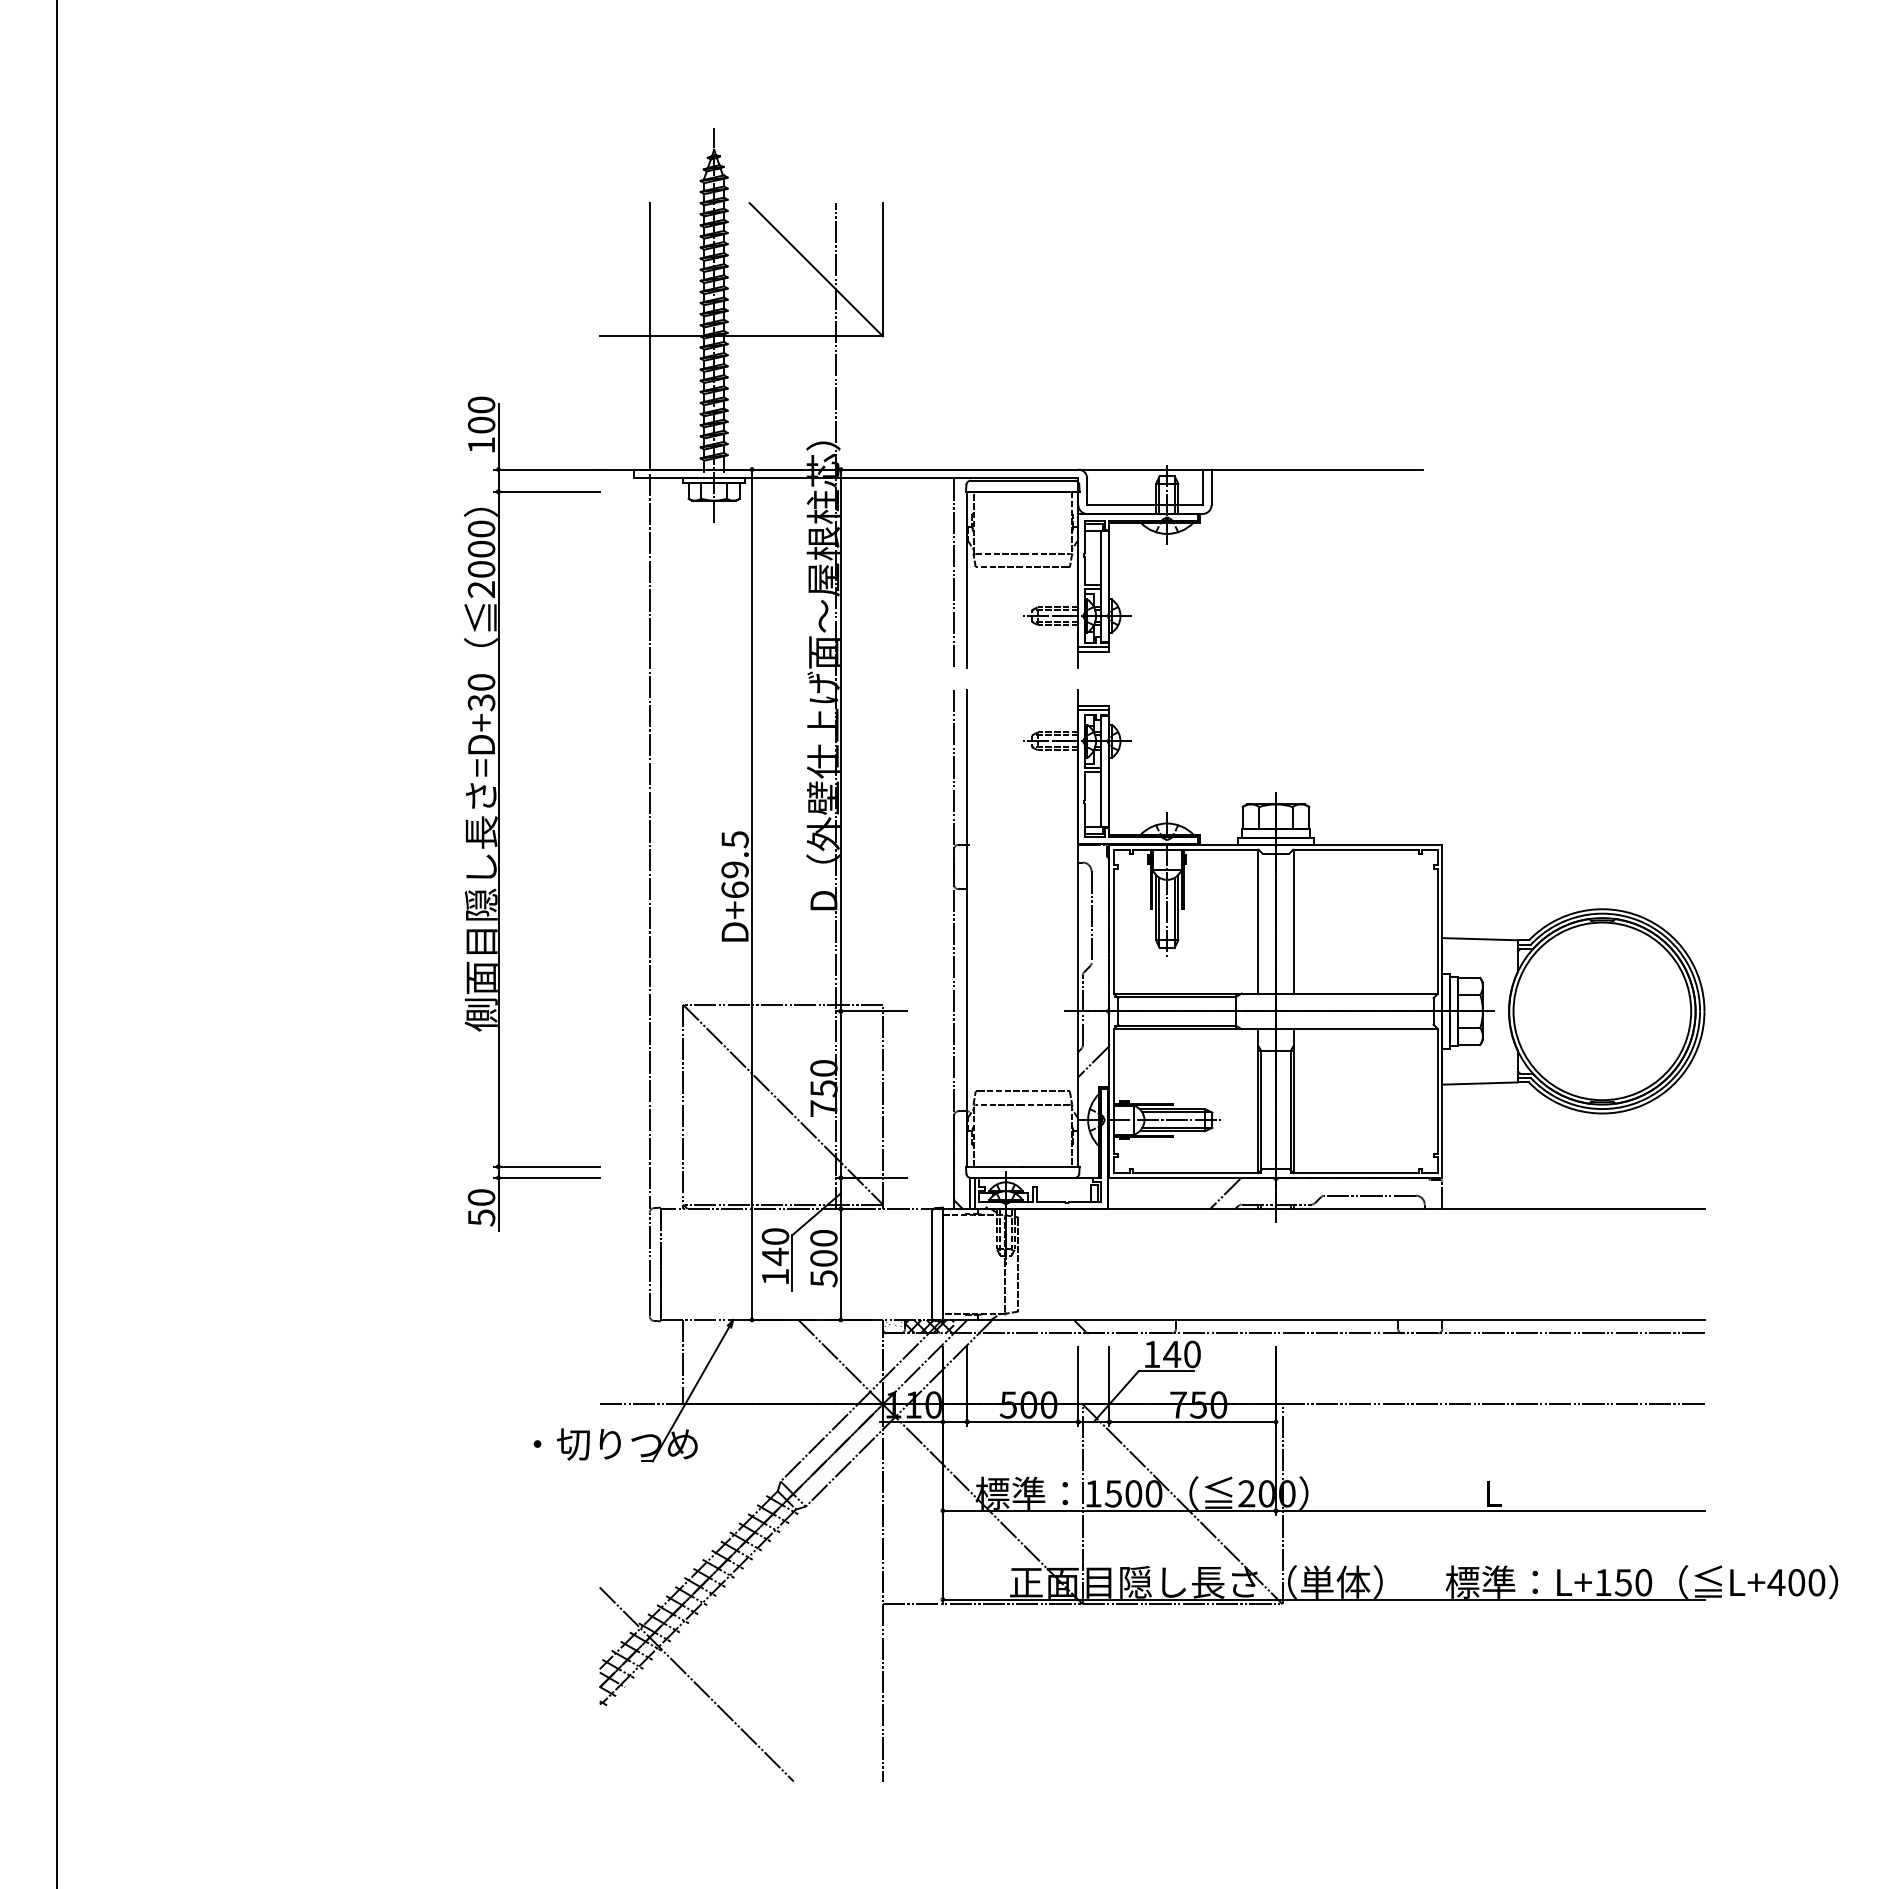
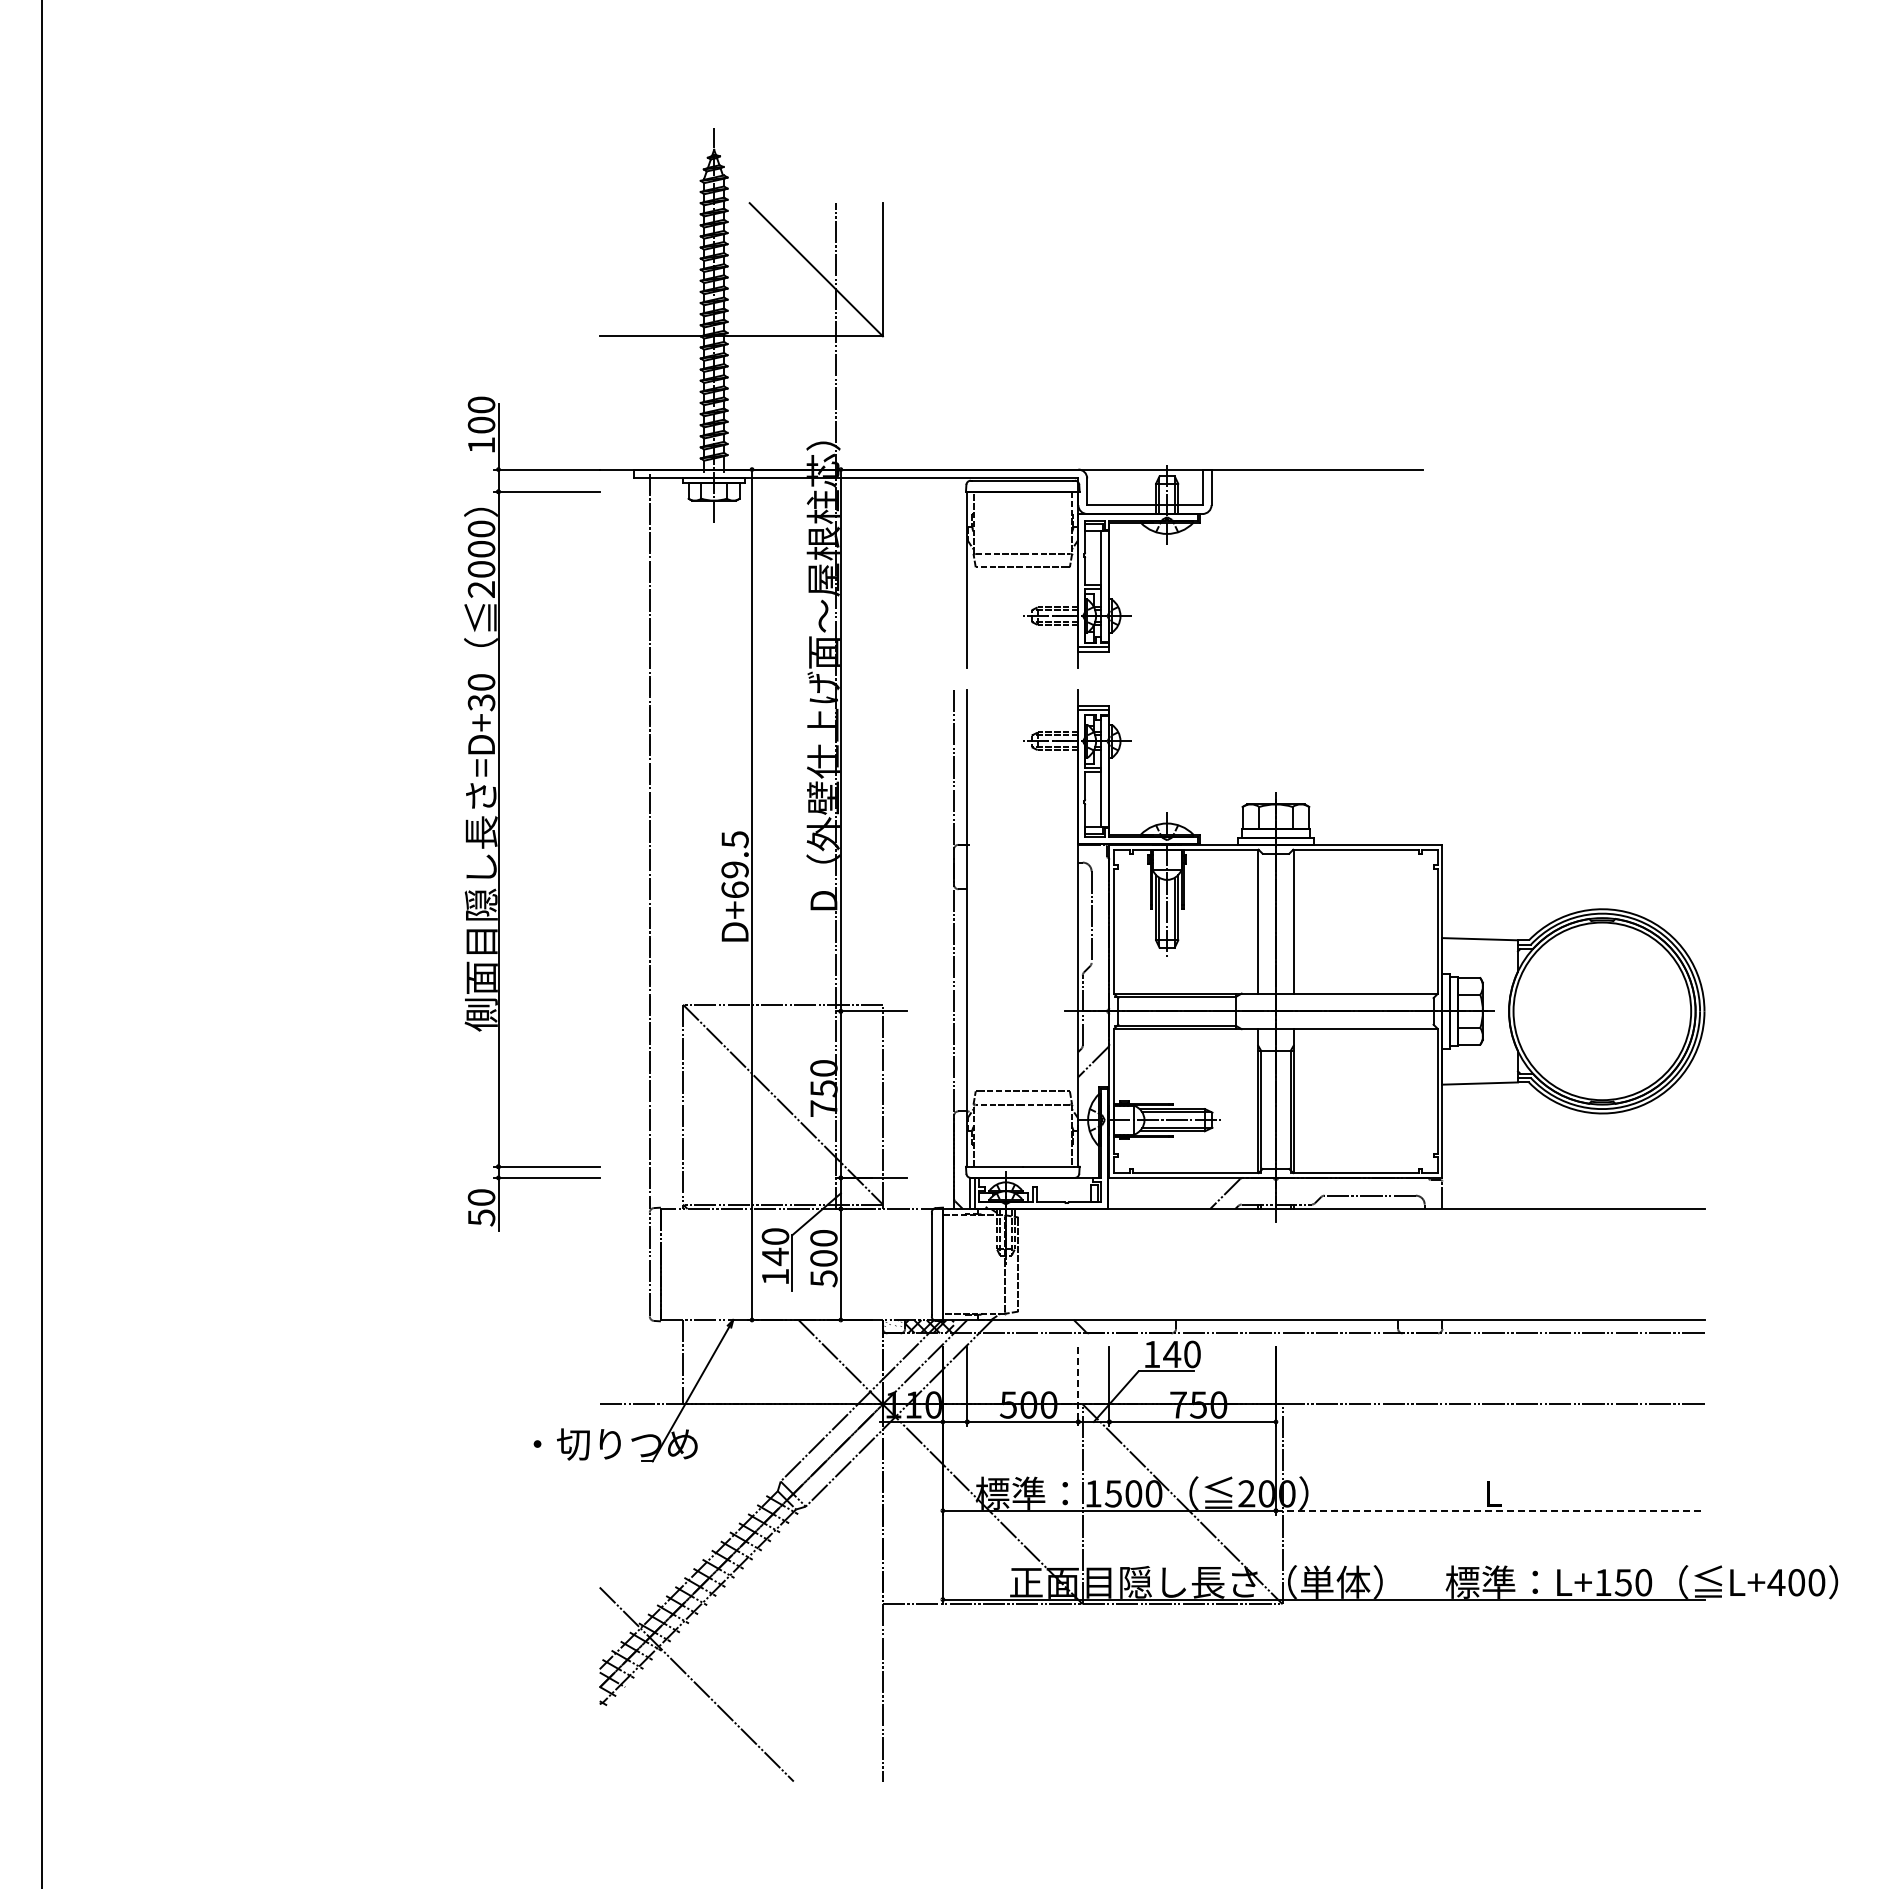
line at (649, 336): present -> none
line at (953, 572): present -> none
line at (56, 943) position: (56, 943) -> (41, 943)
line at (1078, 1386): solid -> dashed
line at (1490, 1510): solid -> dashed
